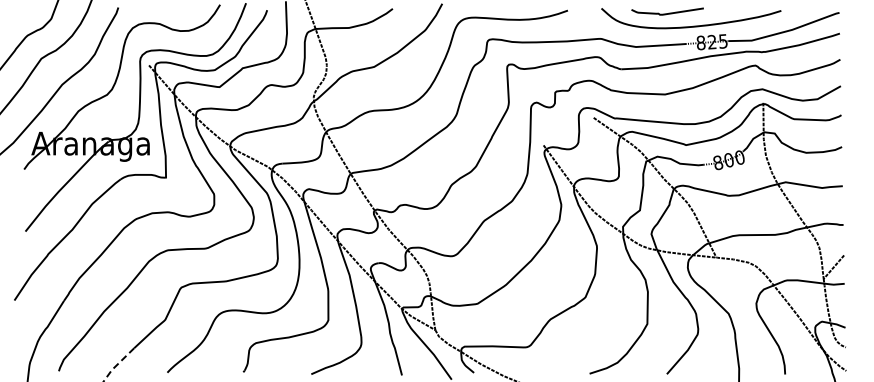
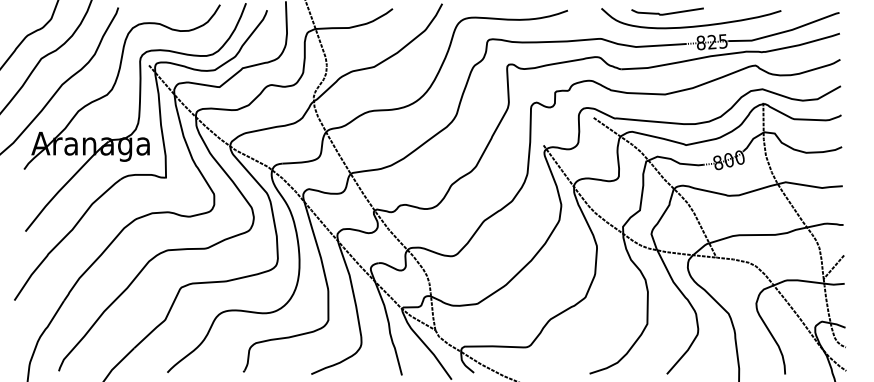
line at (117, 364): dashed -> solid
